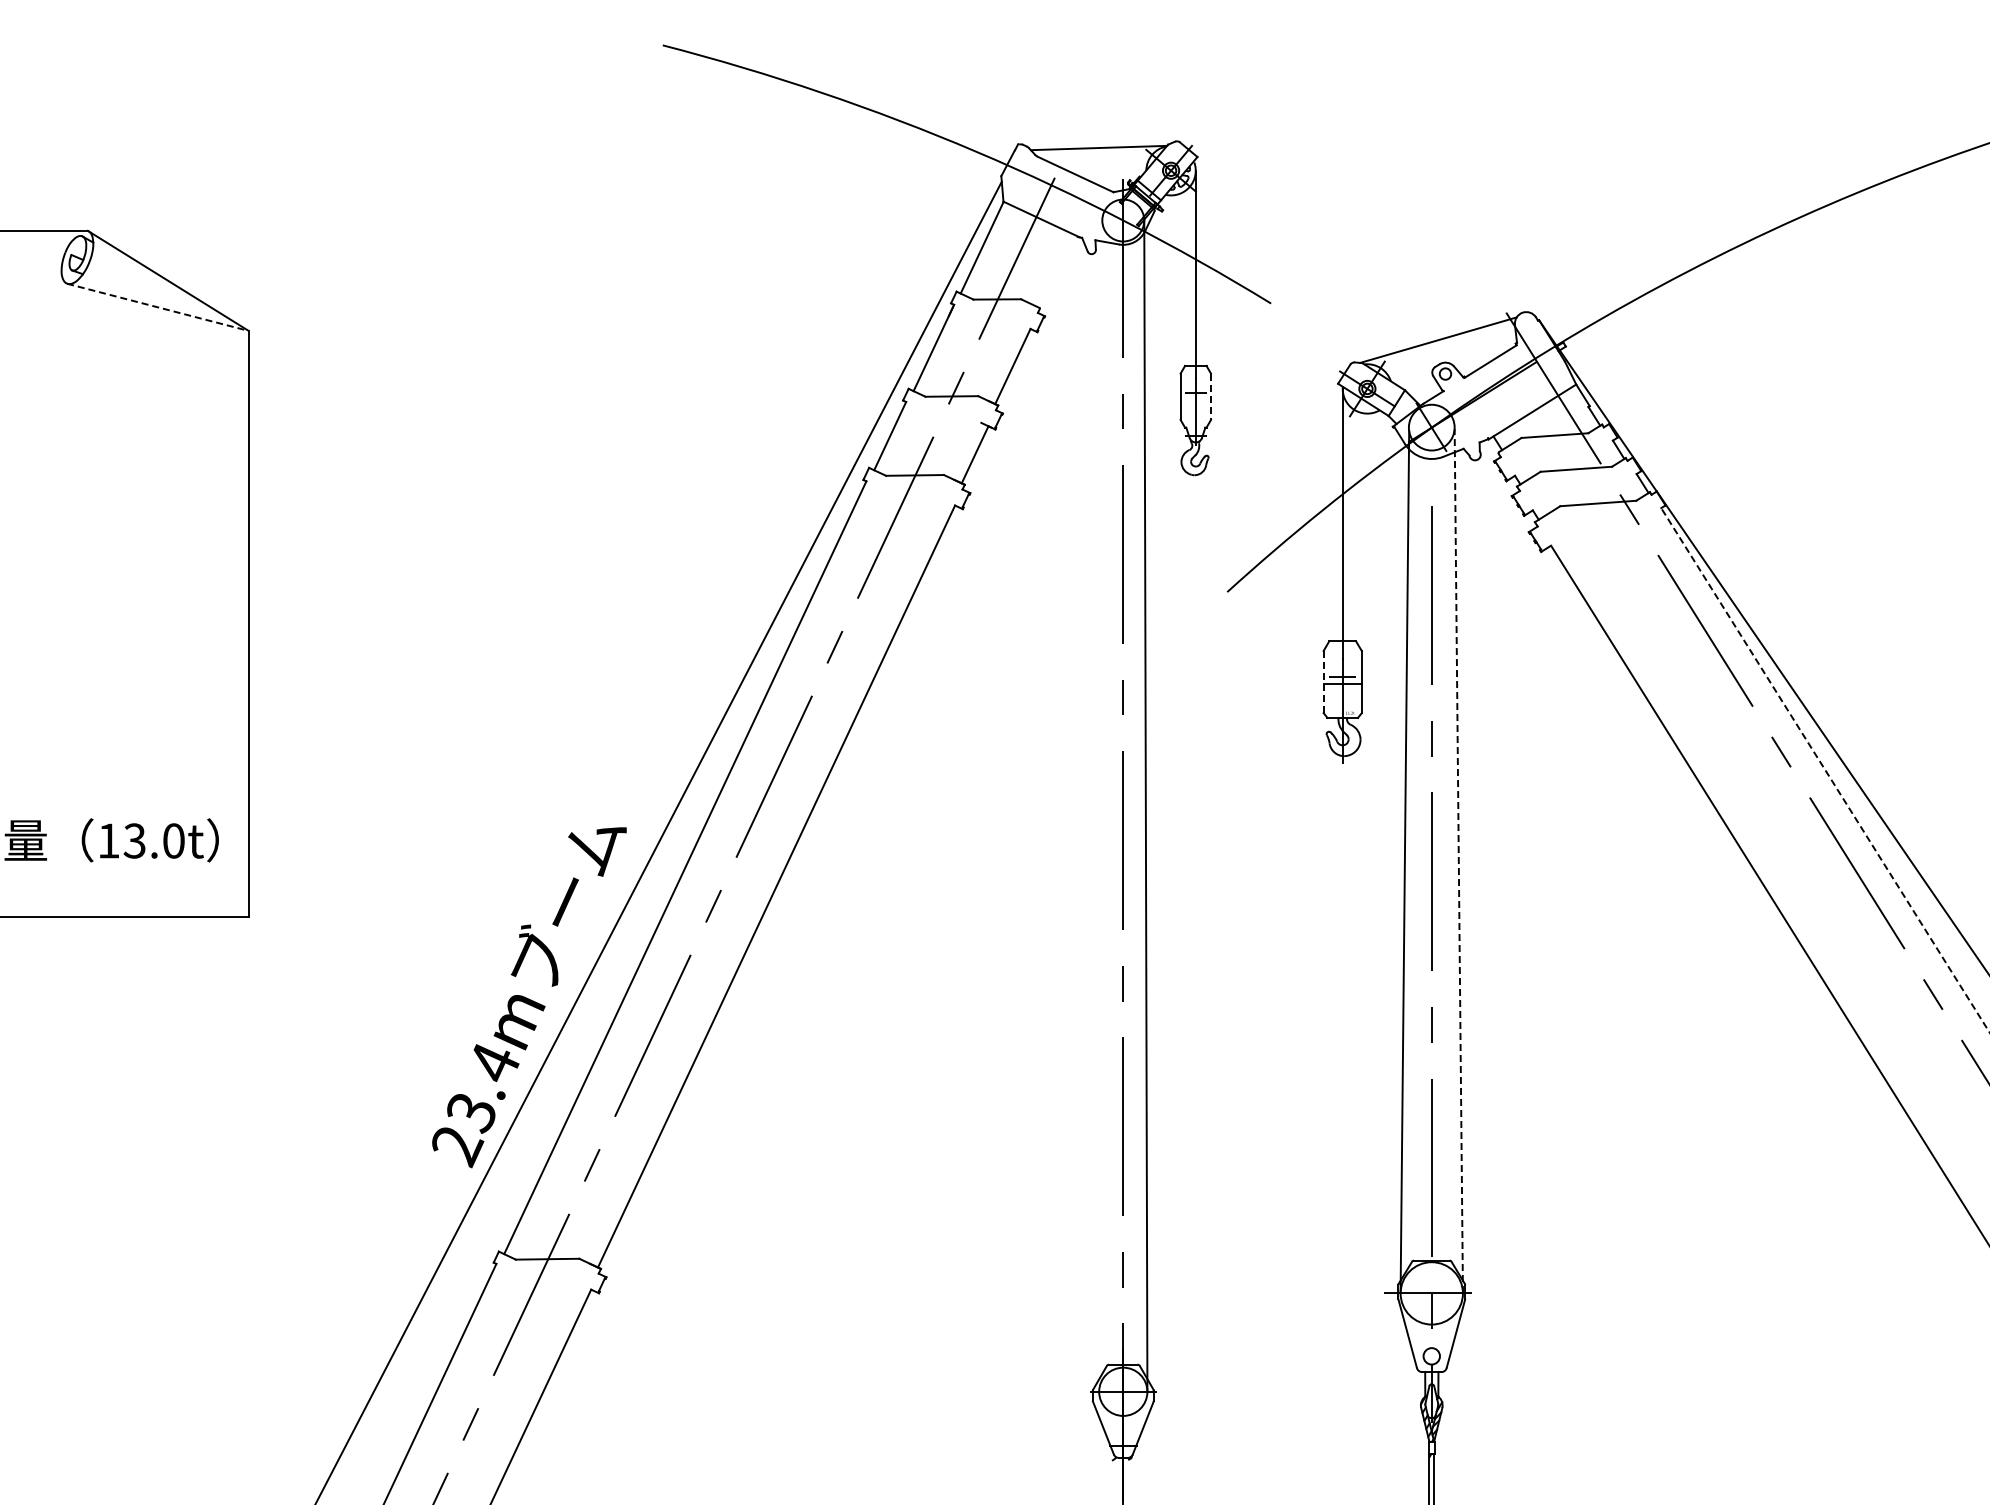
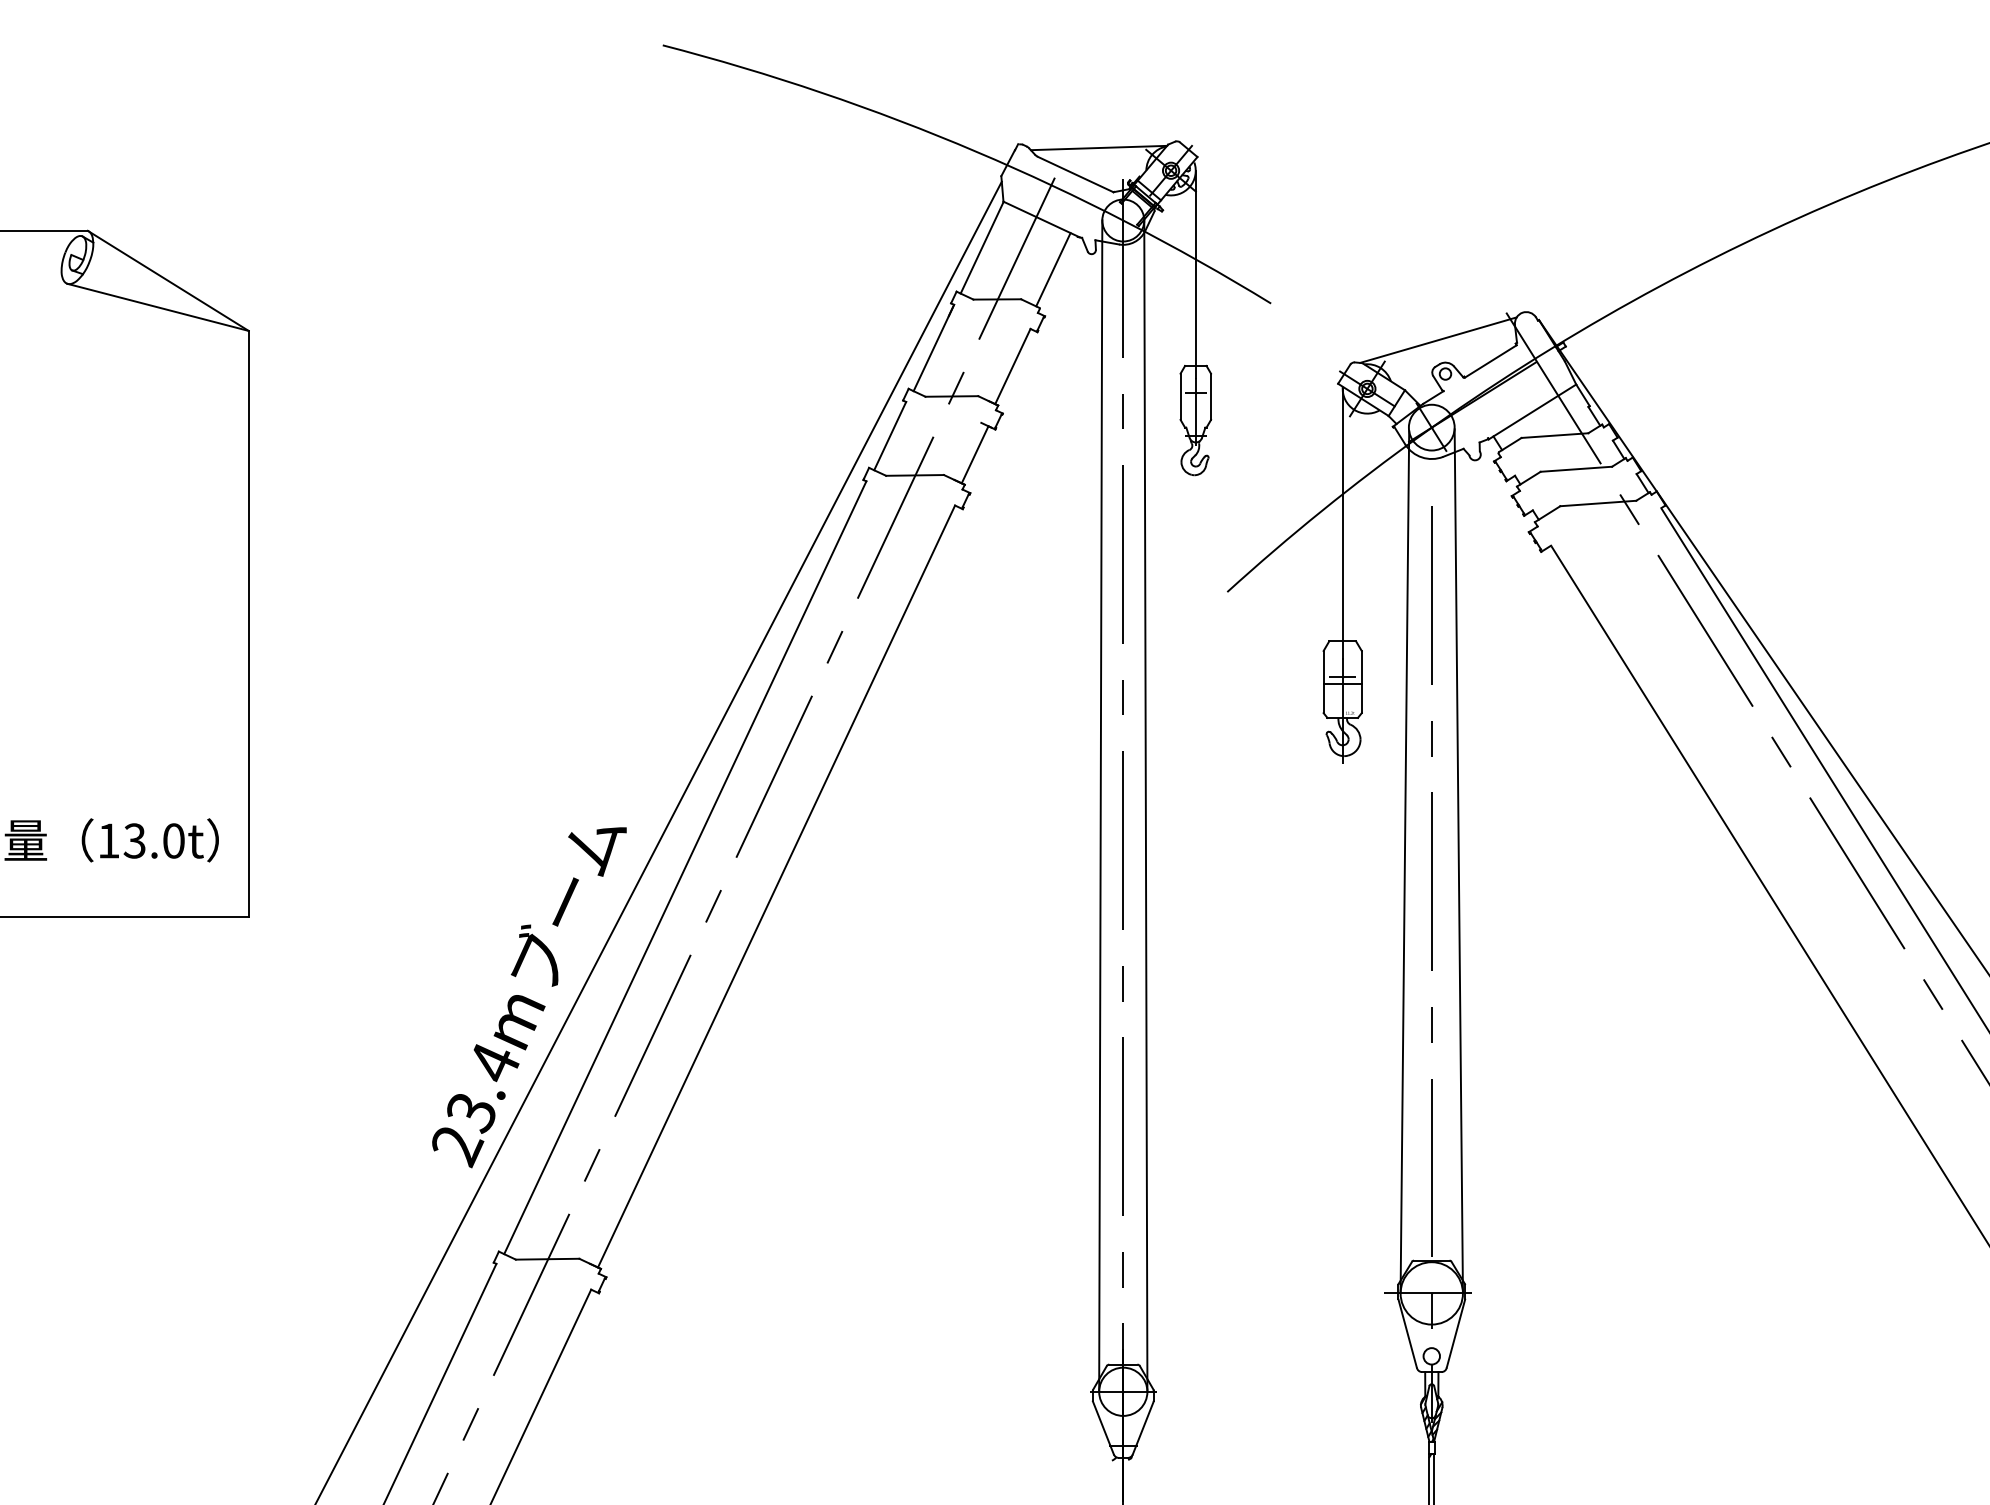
line at (1053, 269): none -> present
line at (157, 307): dashed -> solid
line at (1211, 397): dashed -> solid
line at (1323, 682): dashed -> solid
line at (1825, 771): dashed -> solid
line at (1100, 805): none -> present
line at (1458, 861): dashed -> solid
